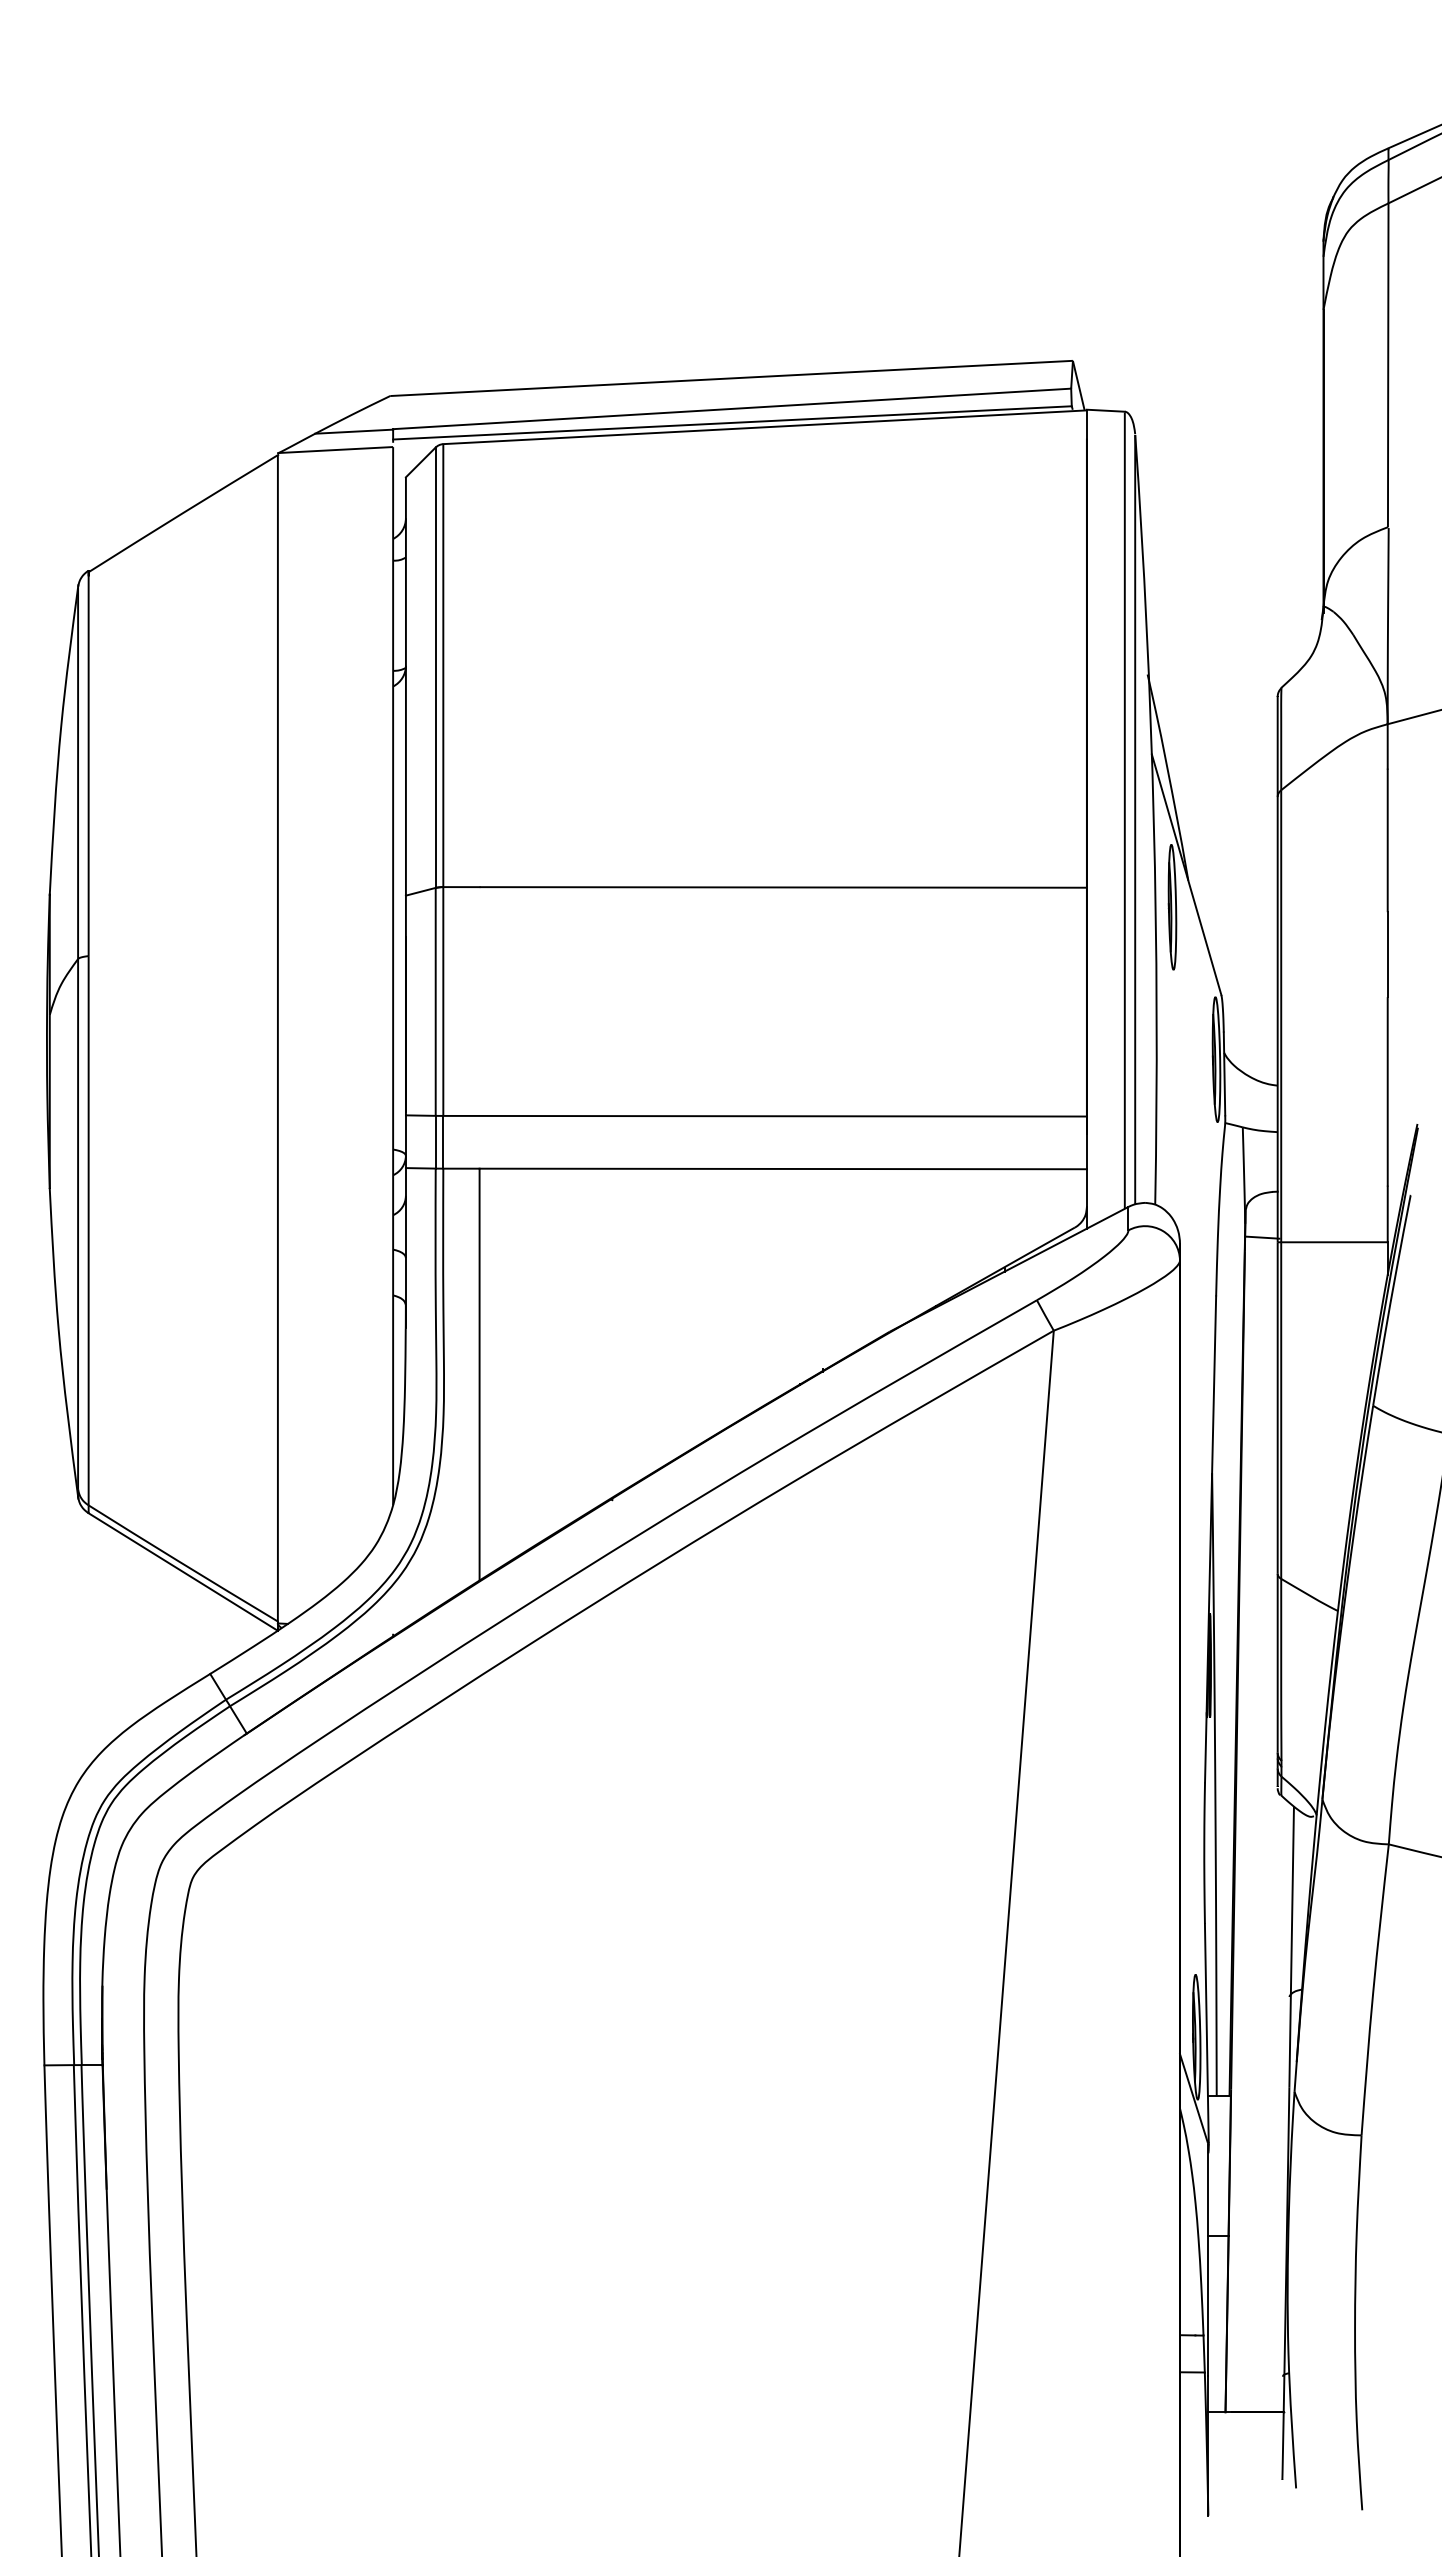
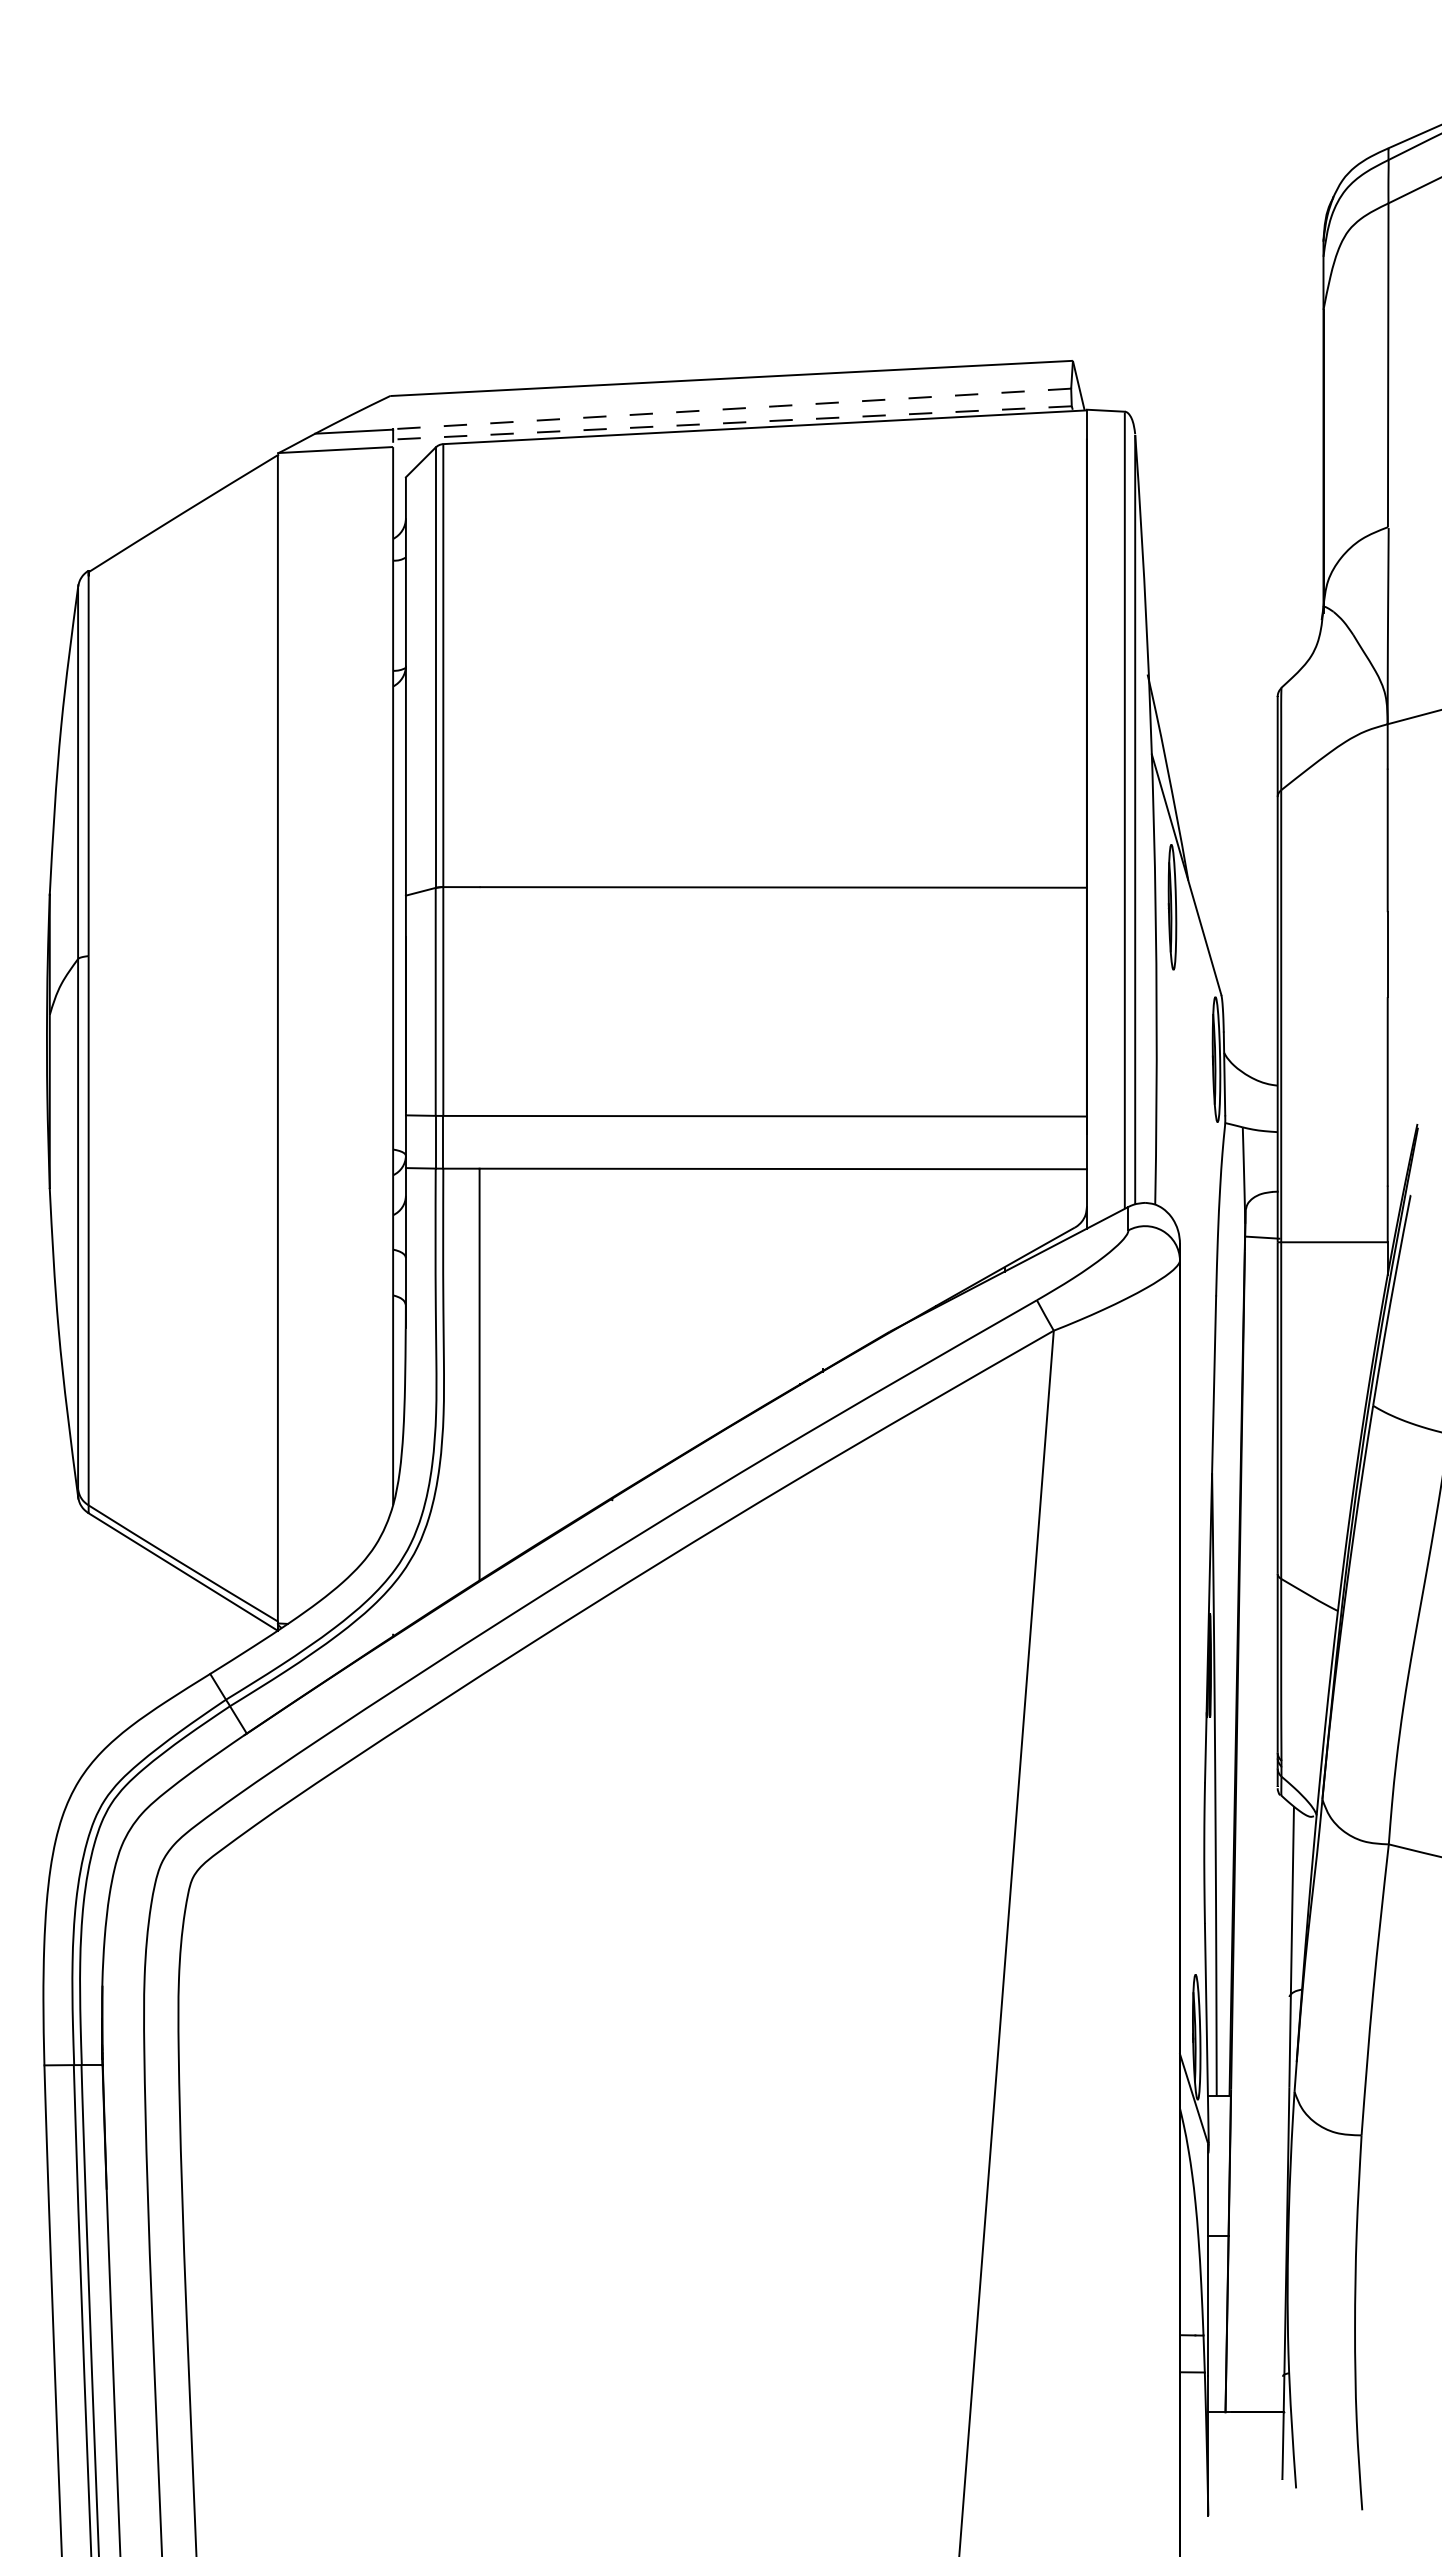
line at (732, 408): solid -> dashed
line at (732, 422): solid -> dashed
